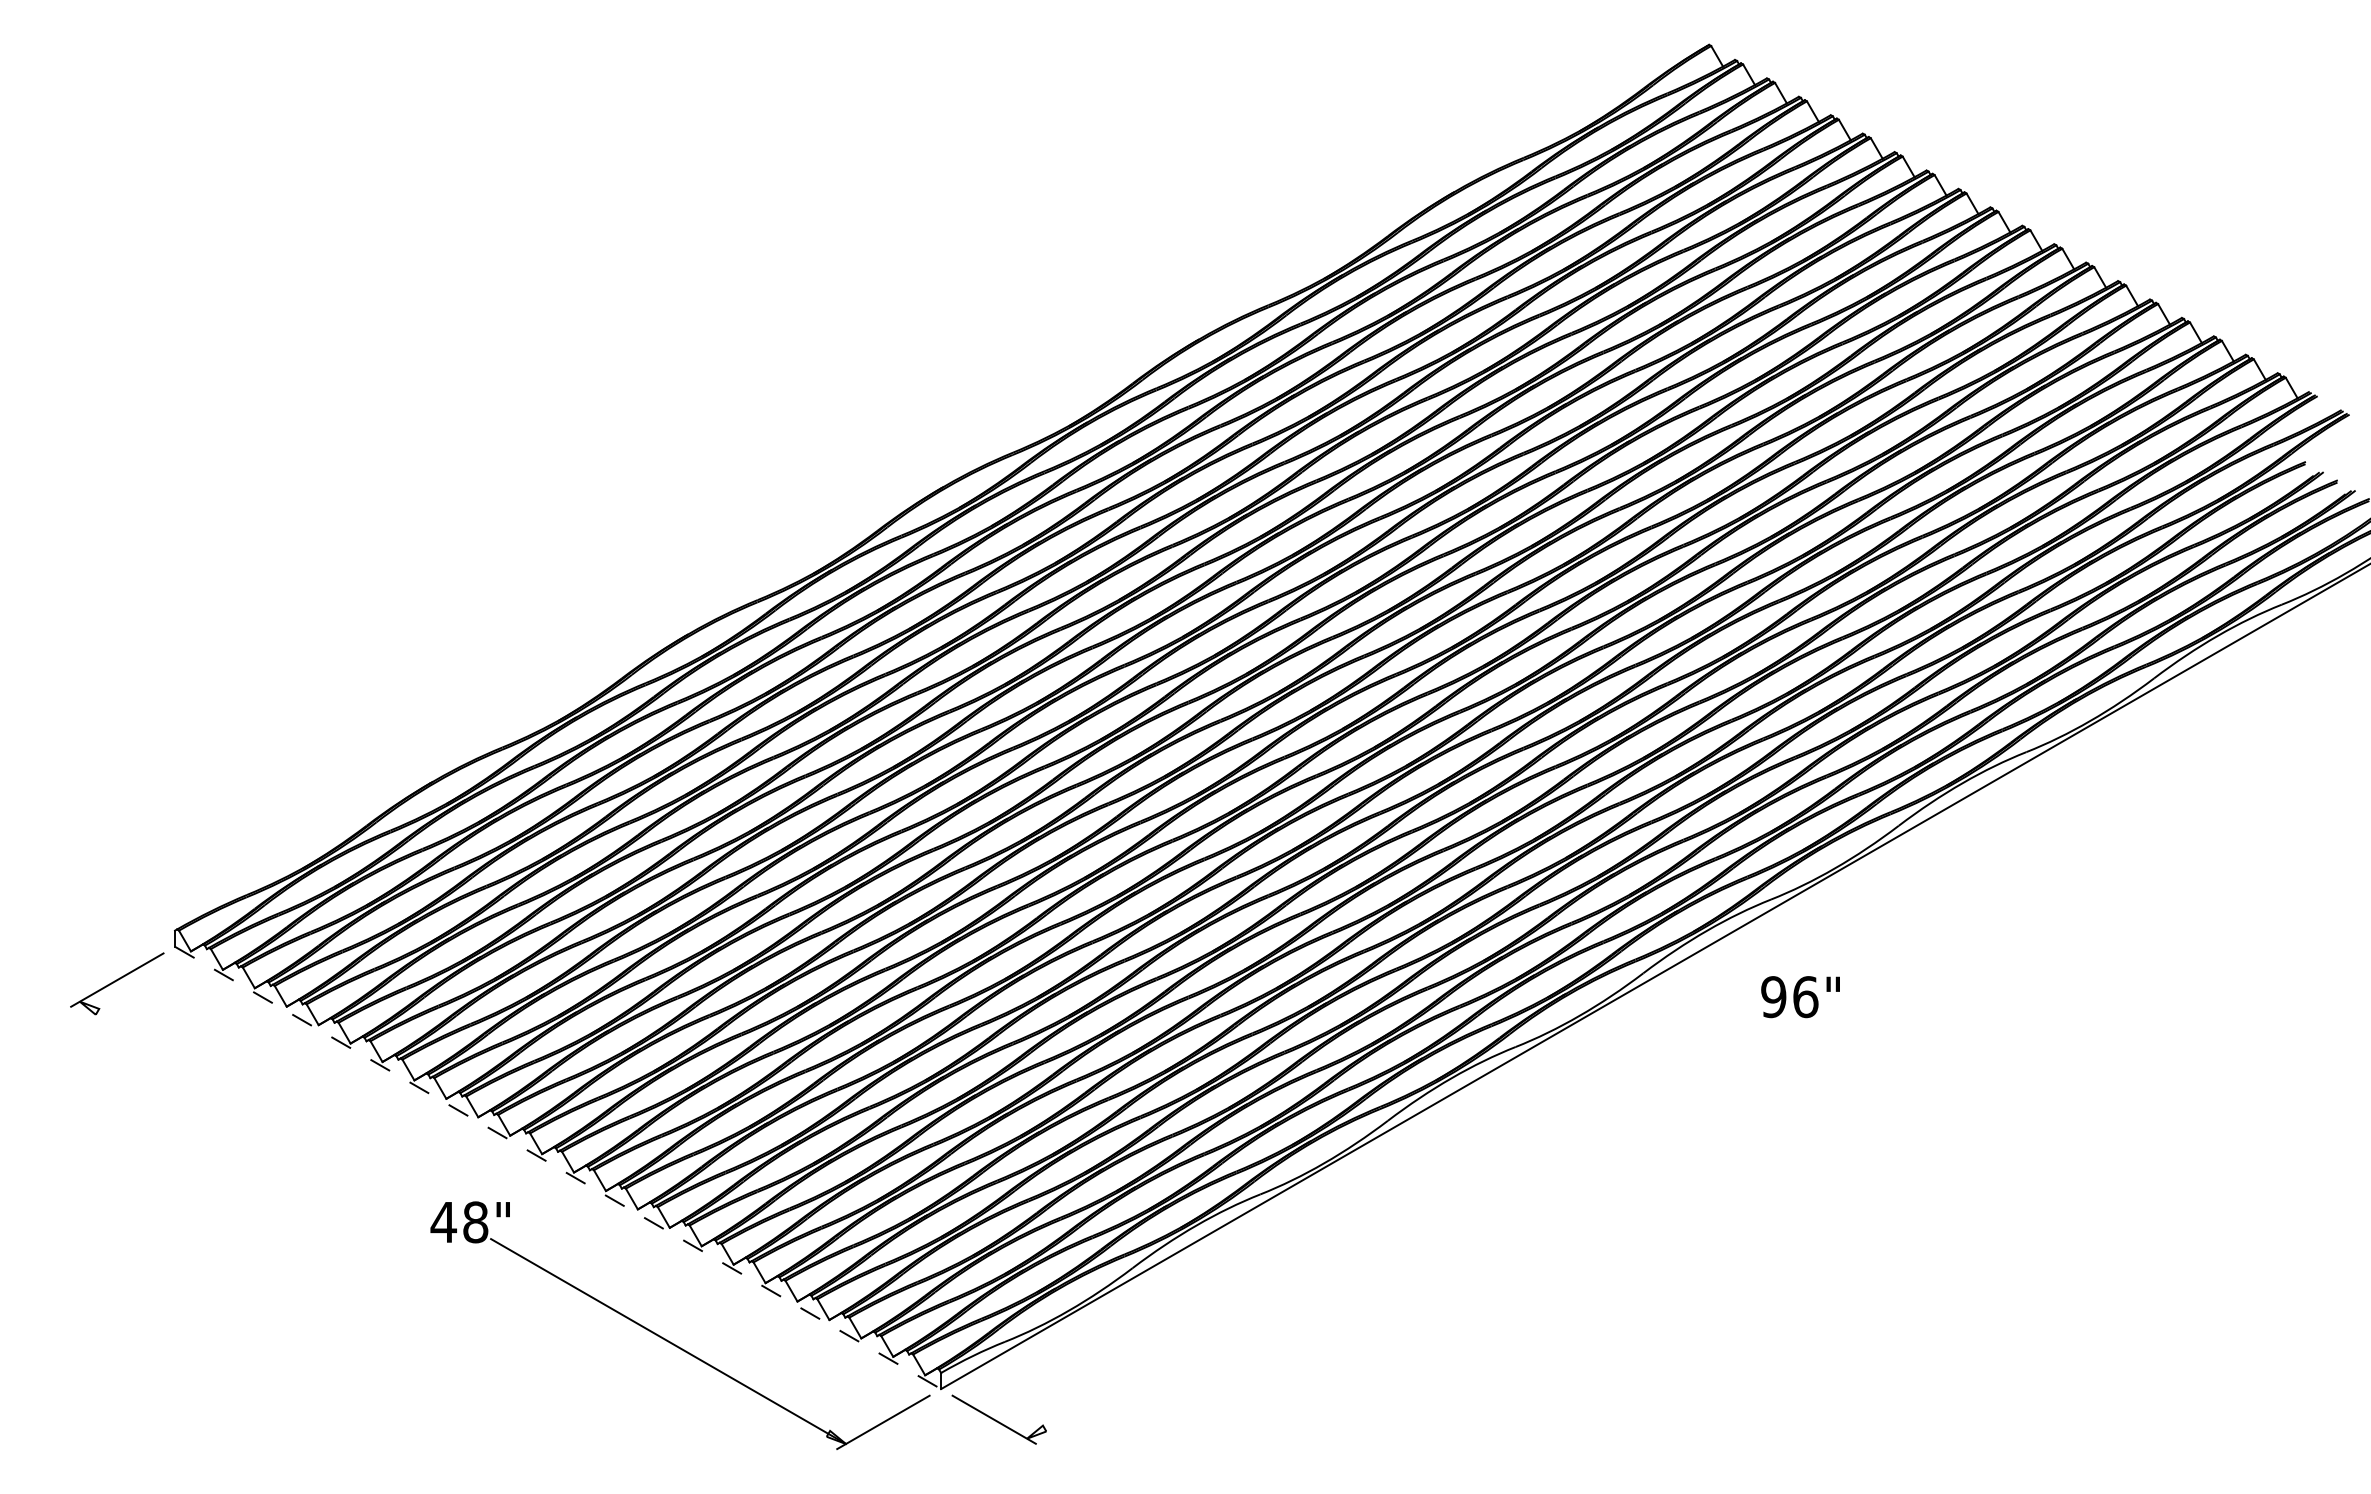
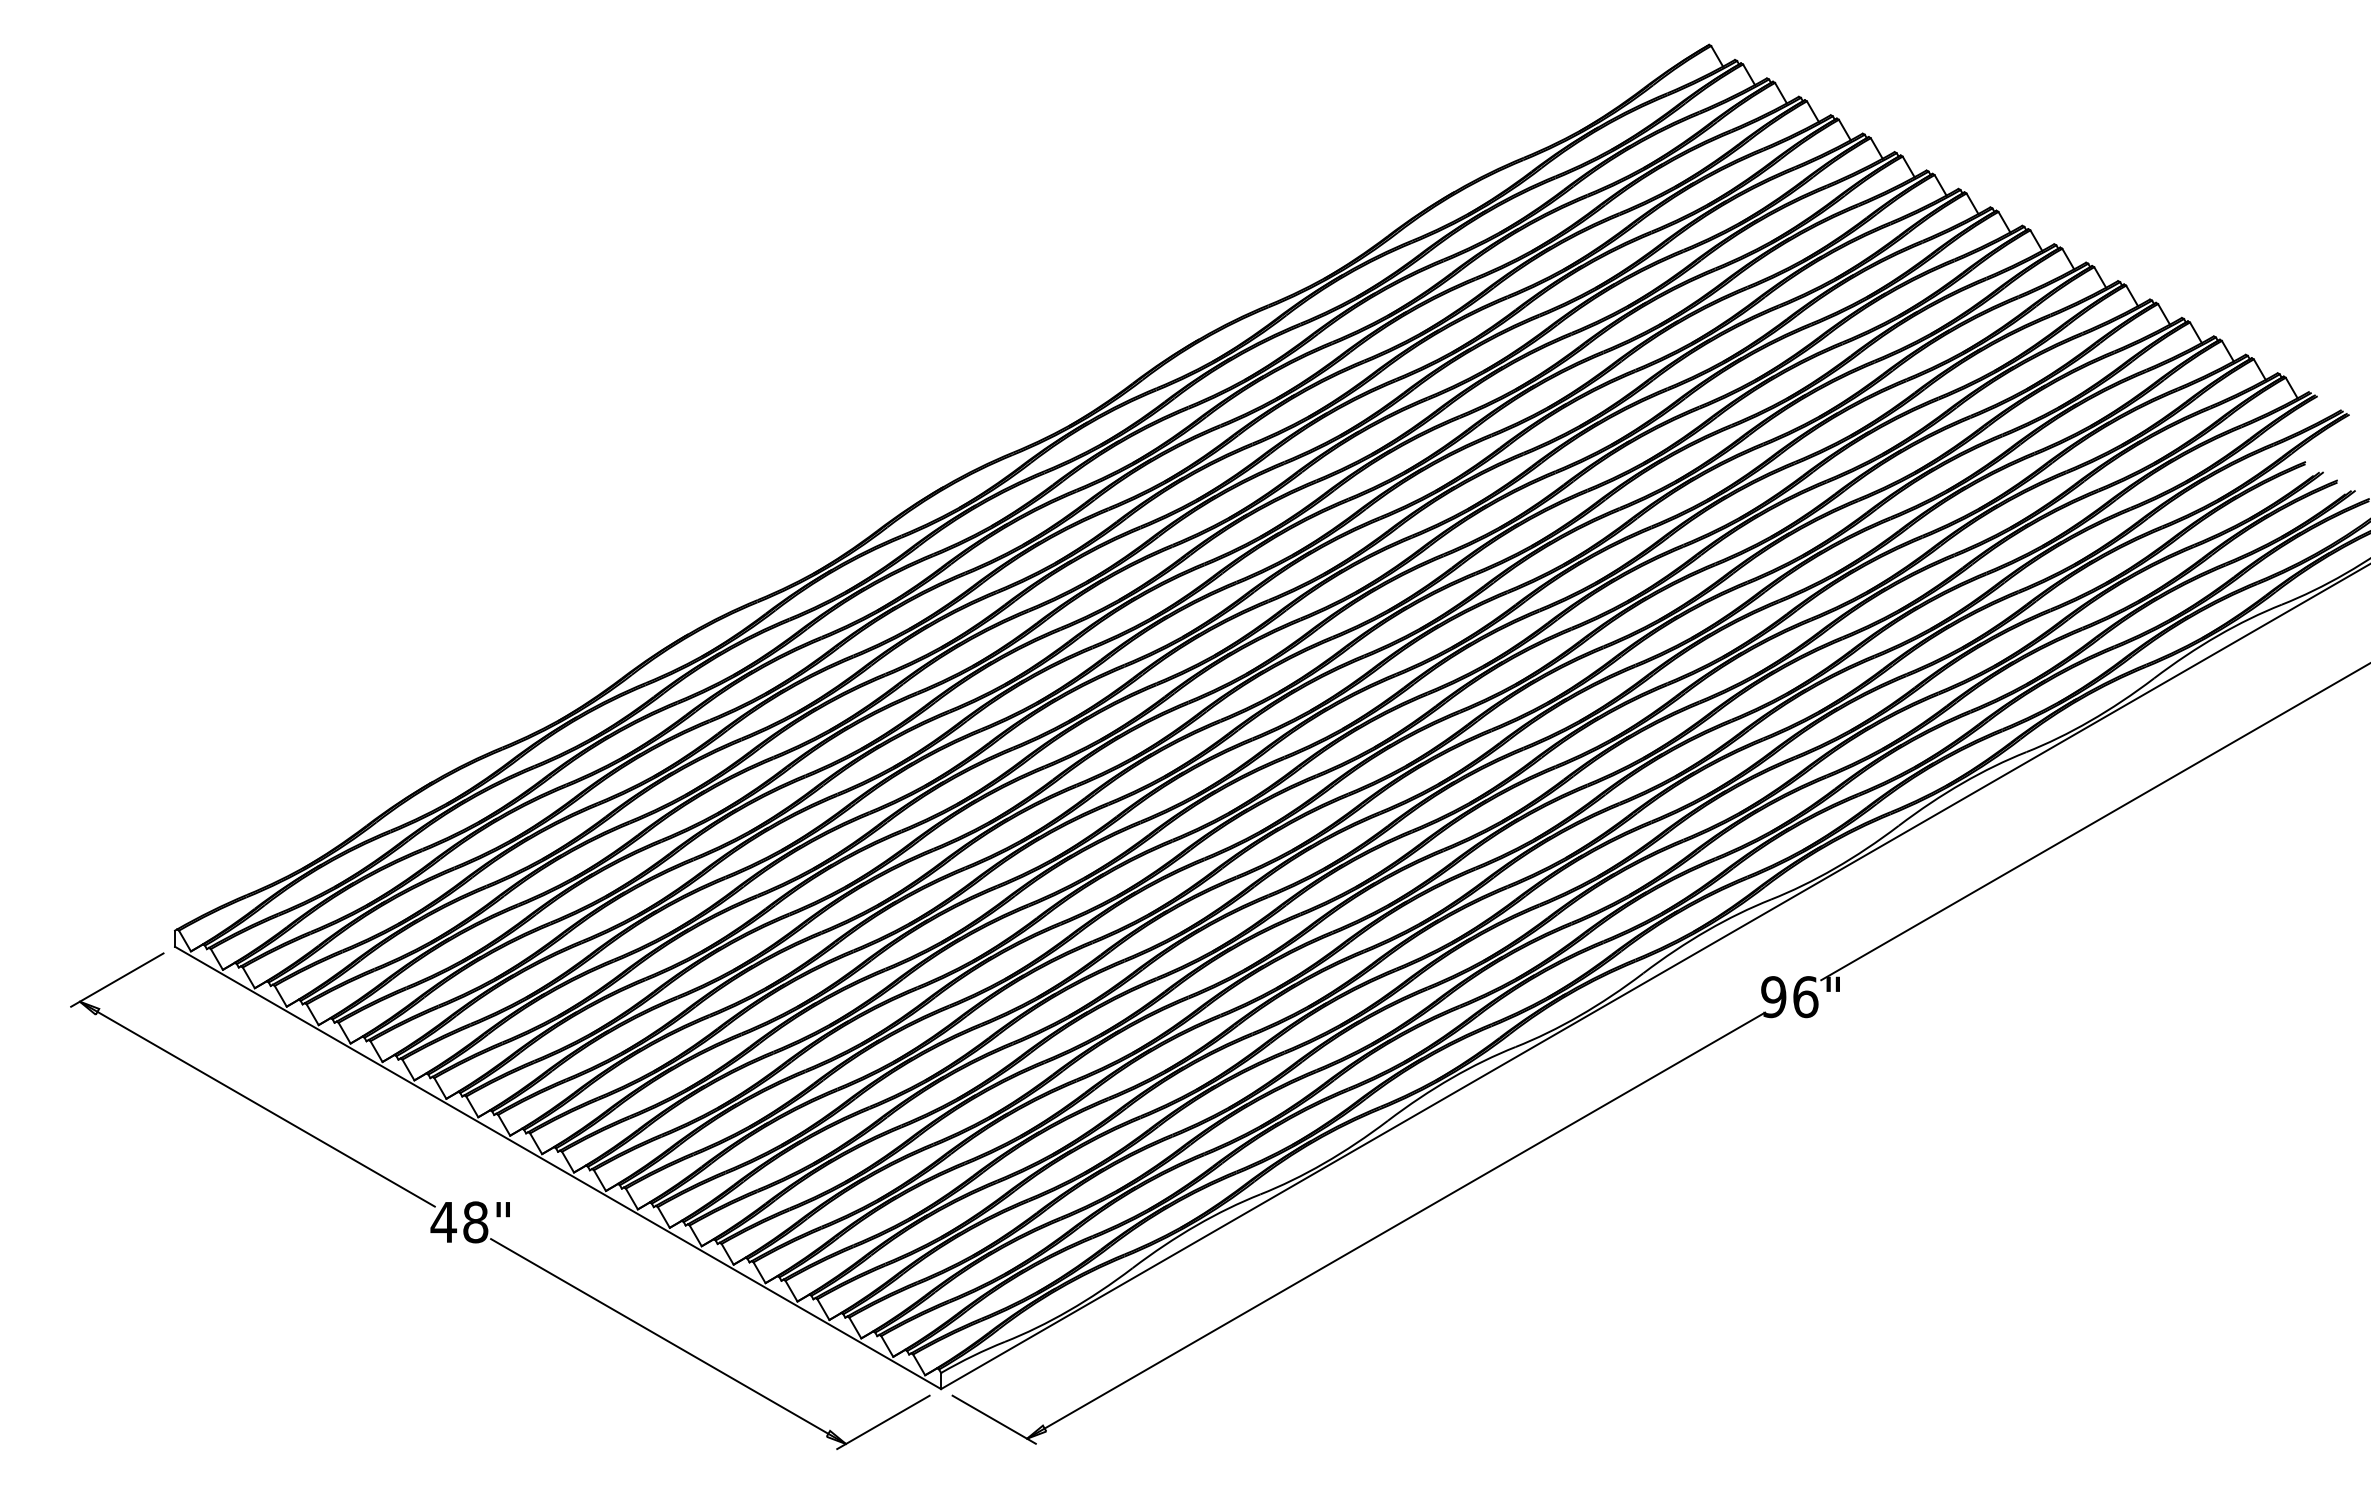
line at (2094, 822): none -> present
line at (256, 1103): none -> present
line at (558, 1168): dashed -> solid
line at (1396, 1225): none -> present
